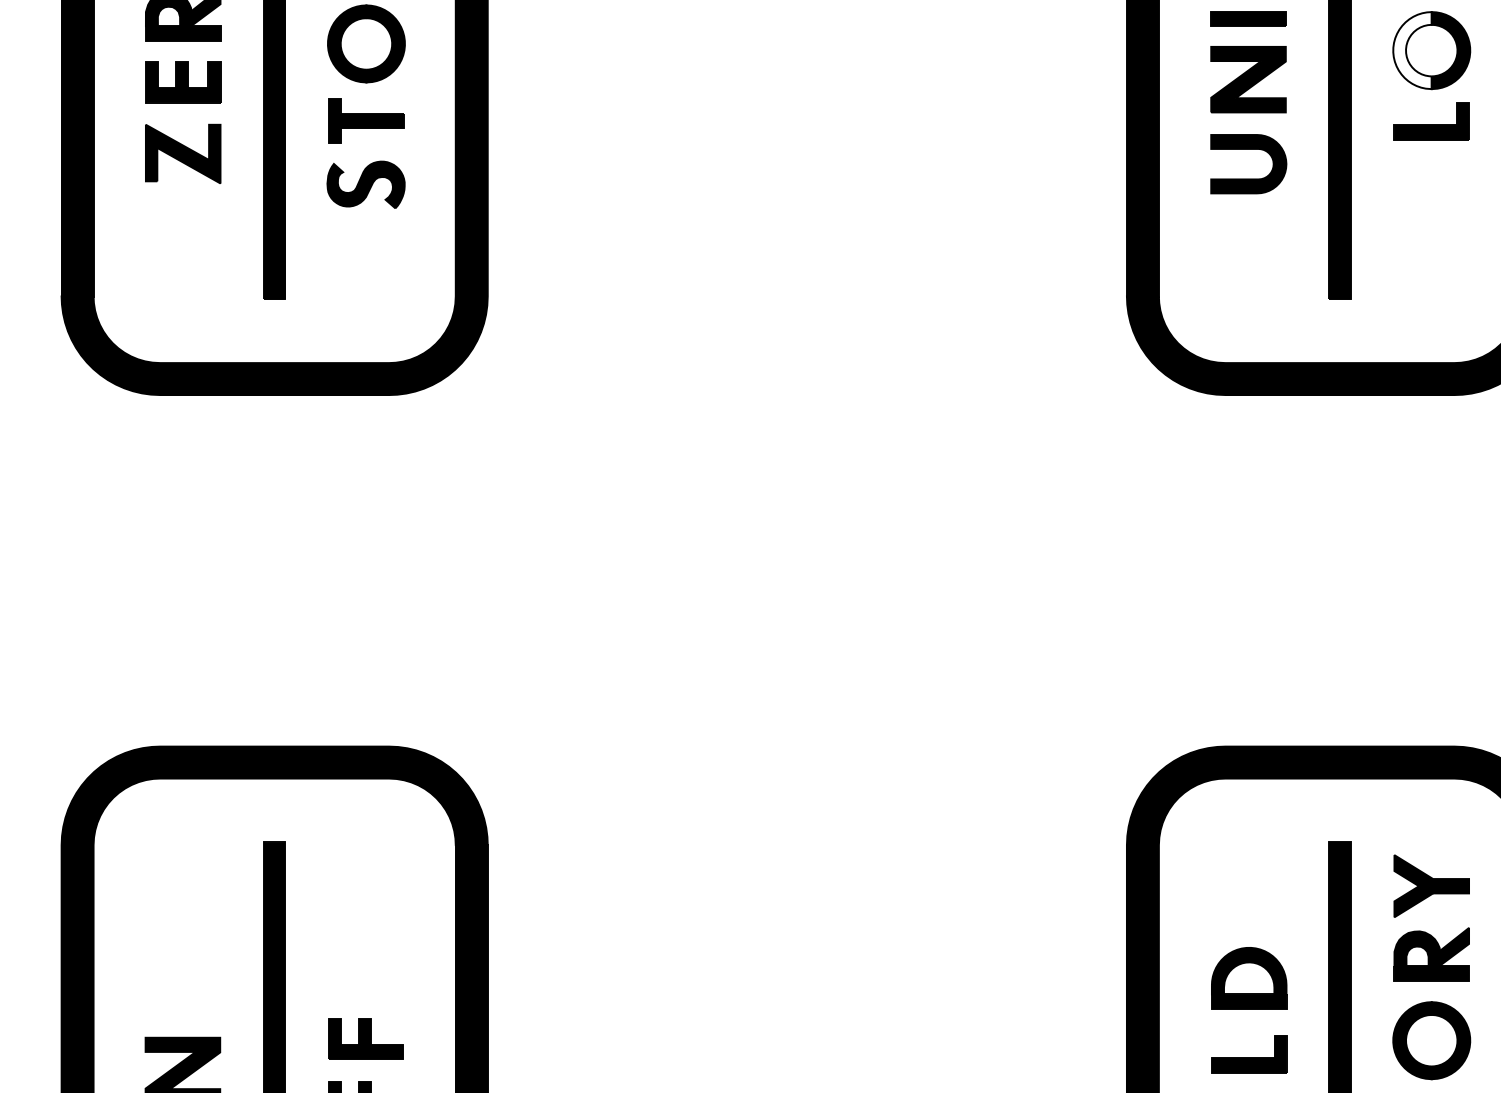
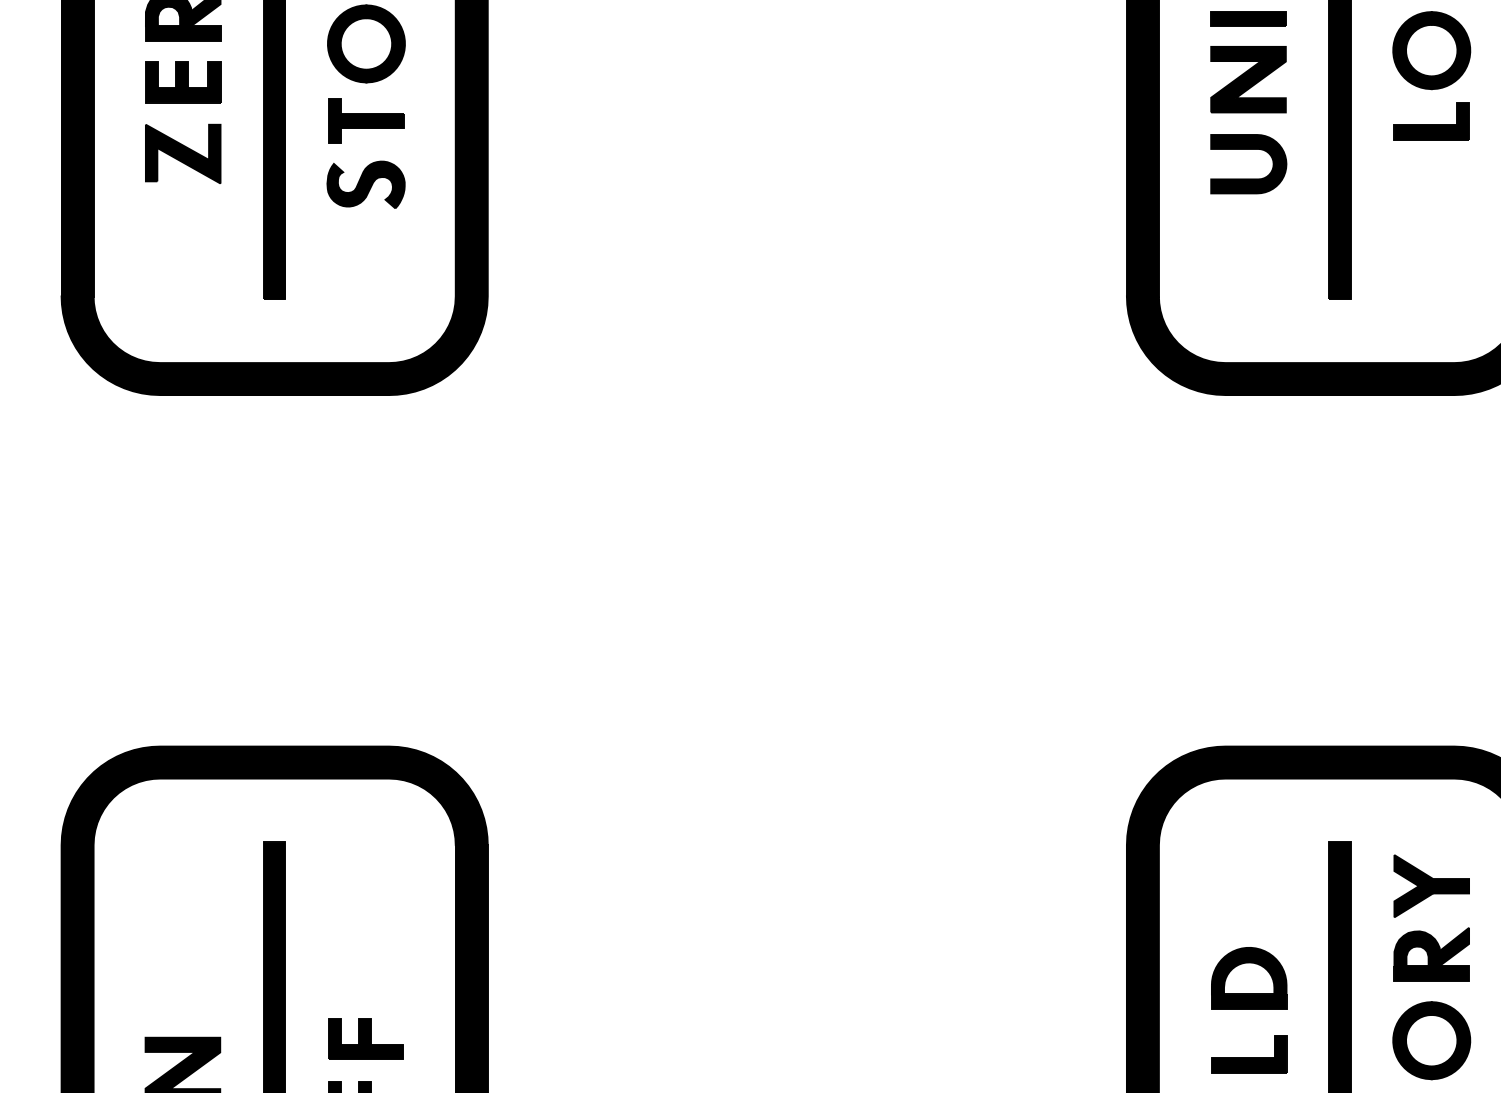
fill at (1412, 50): none -> present
